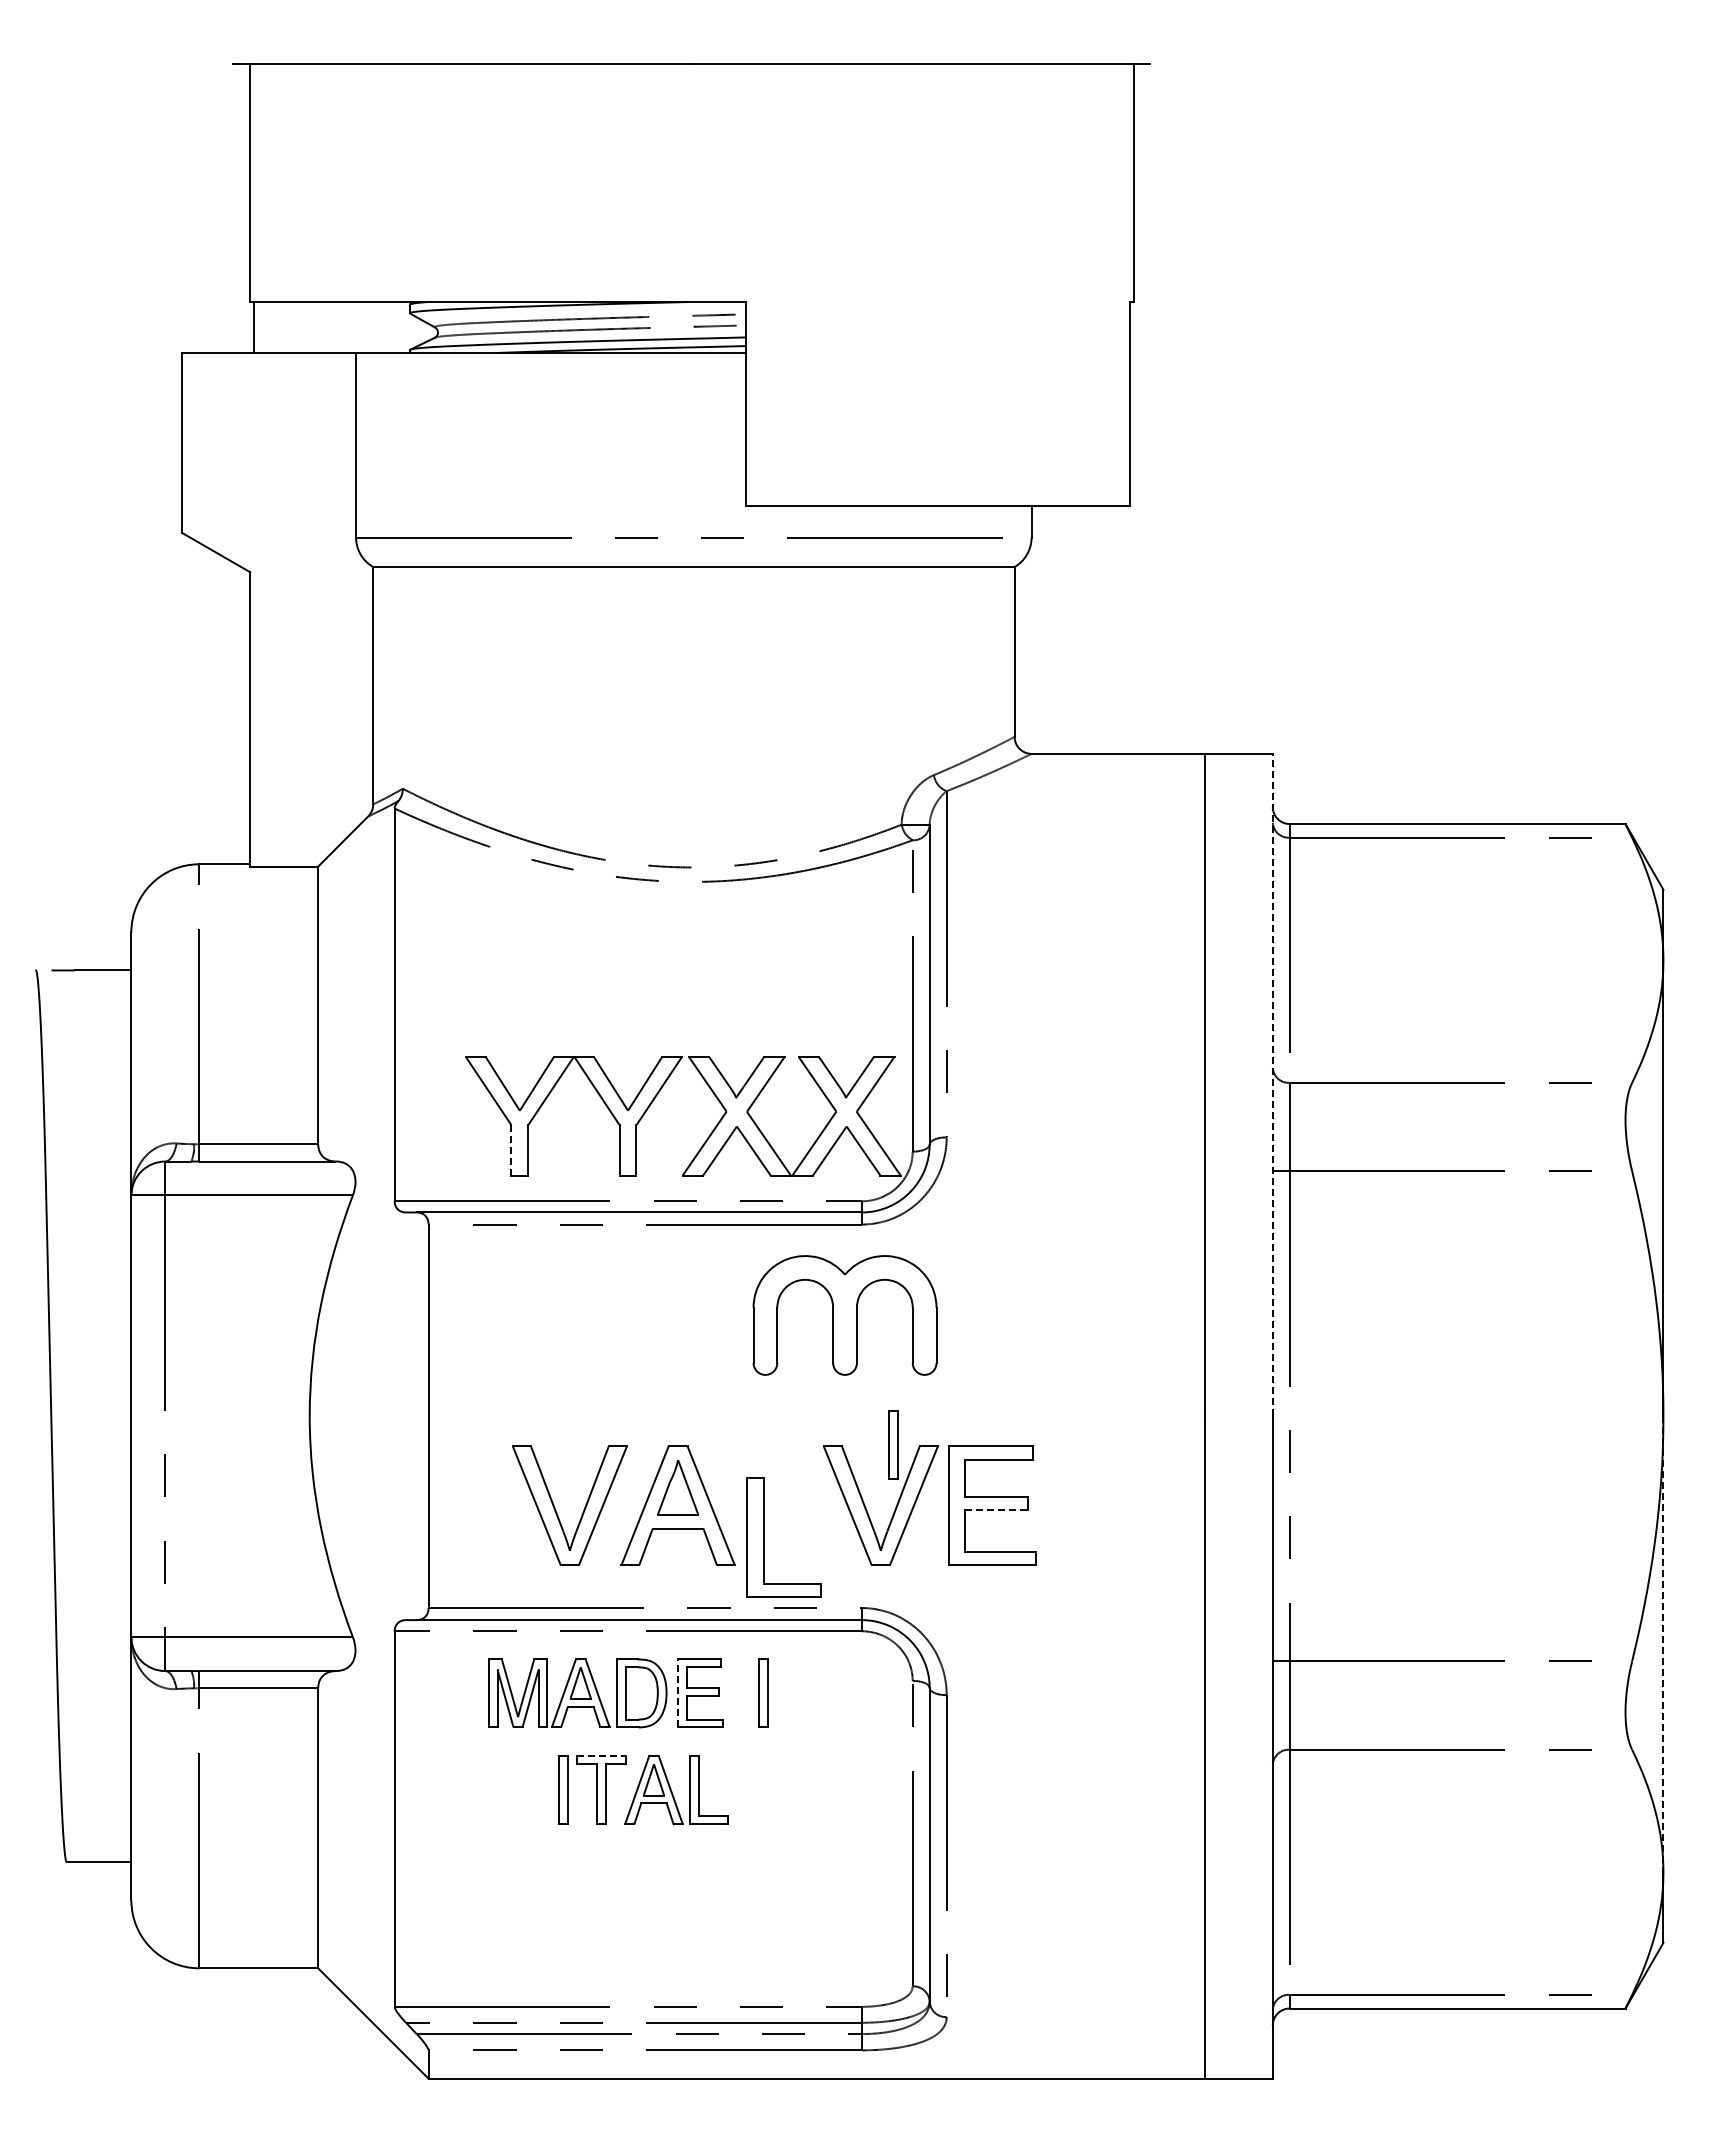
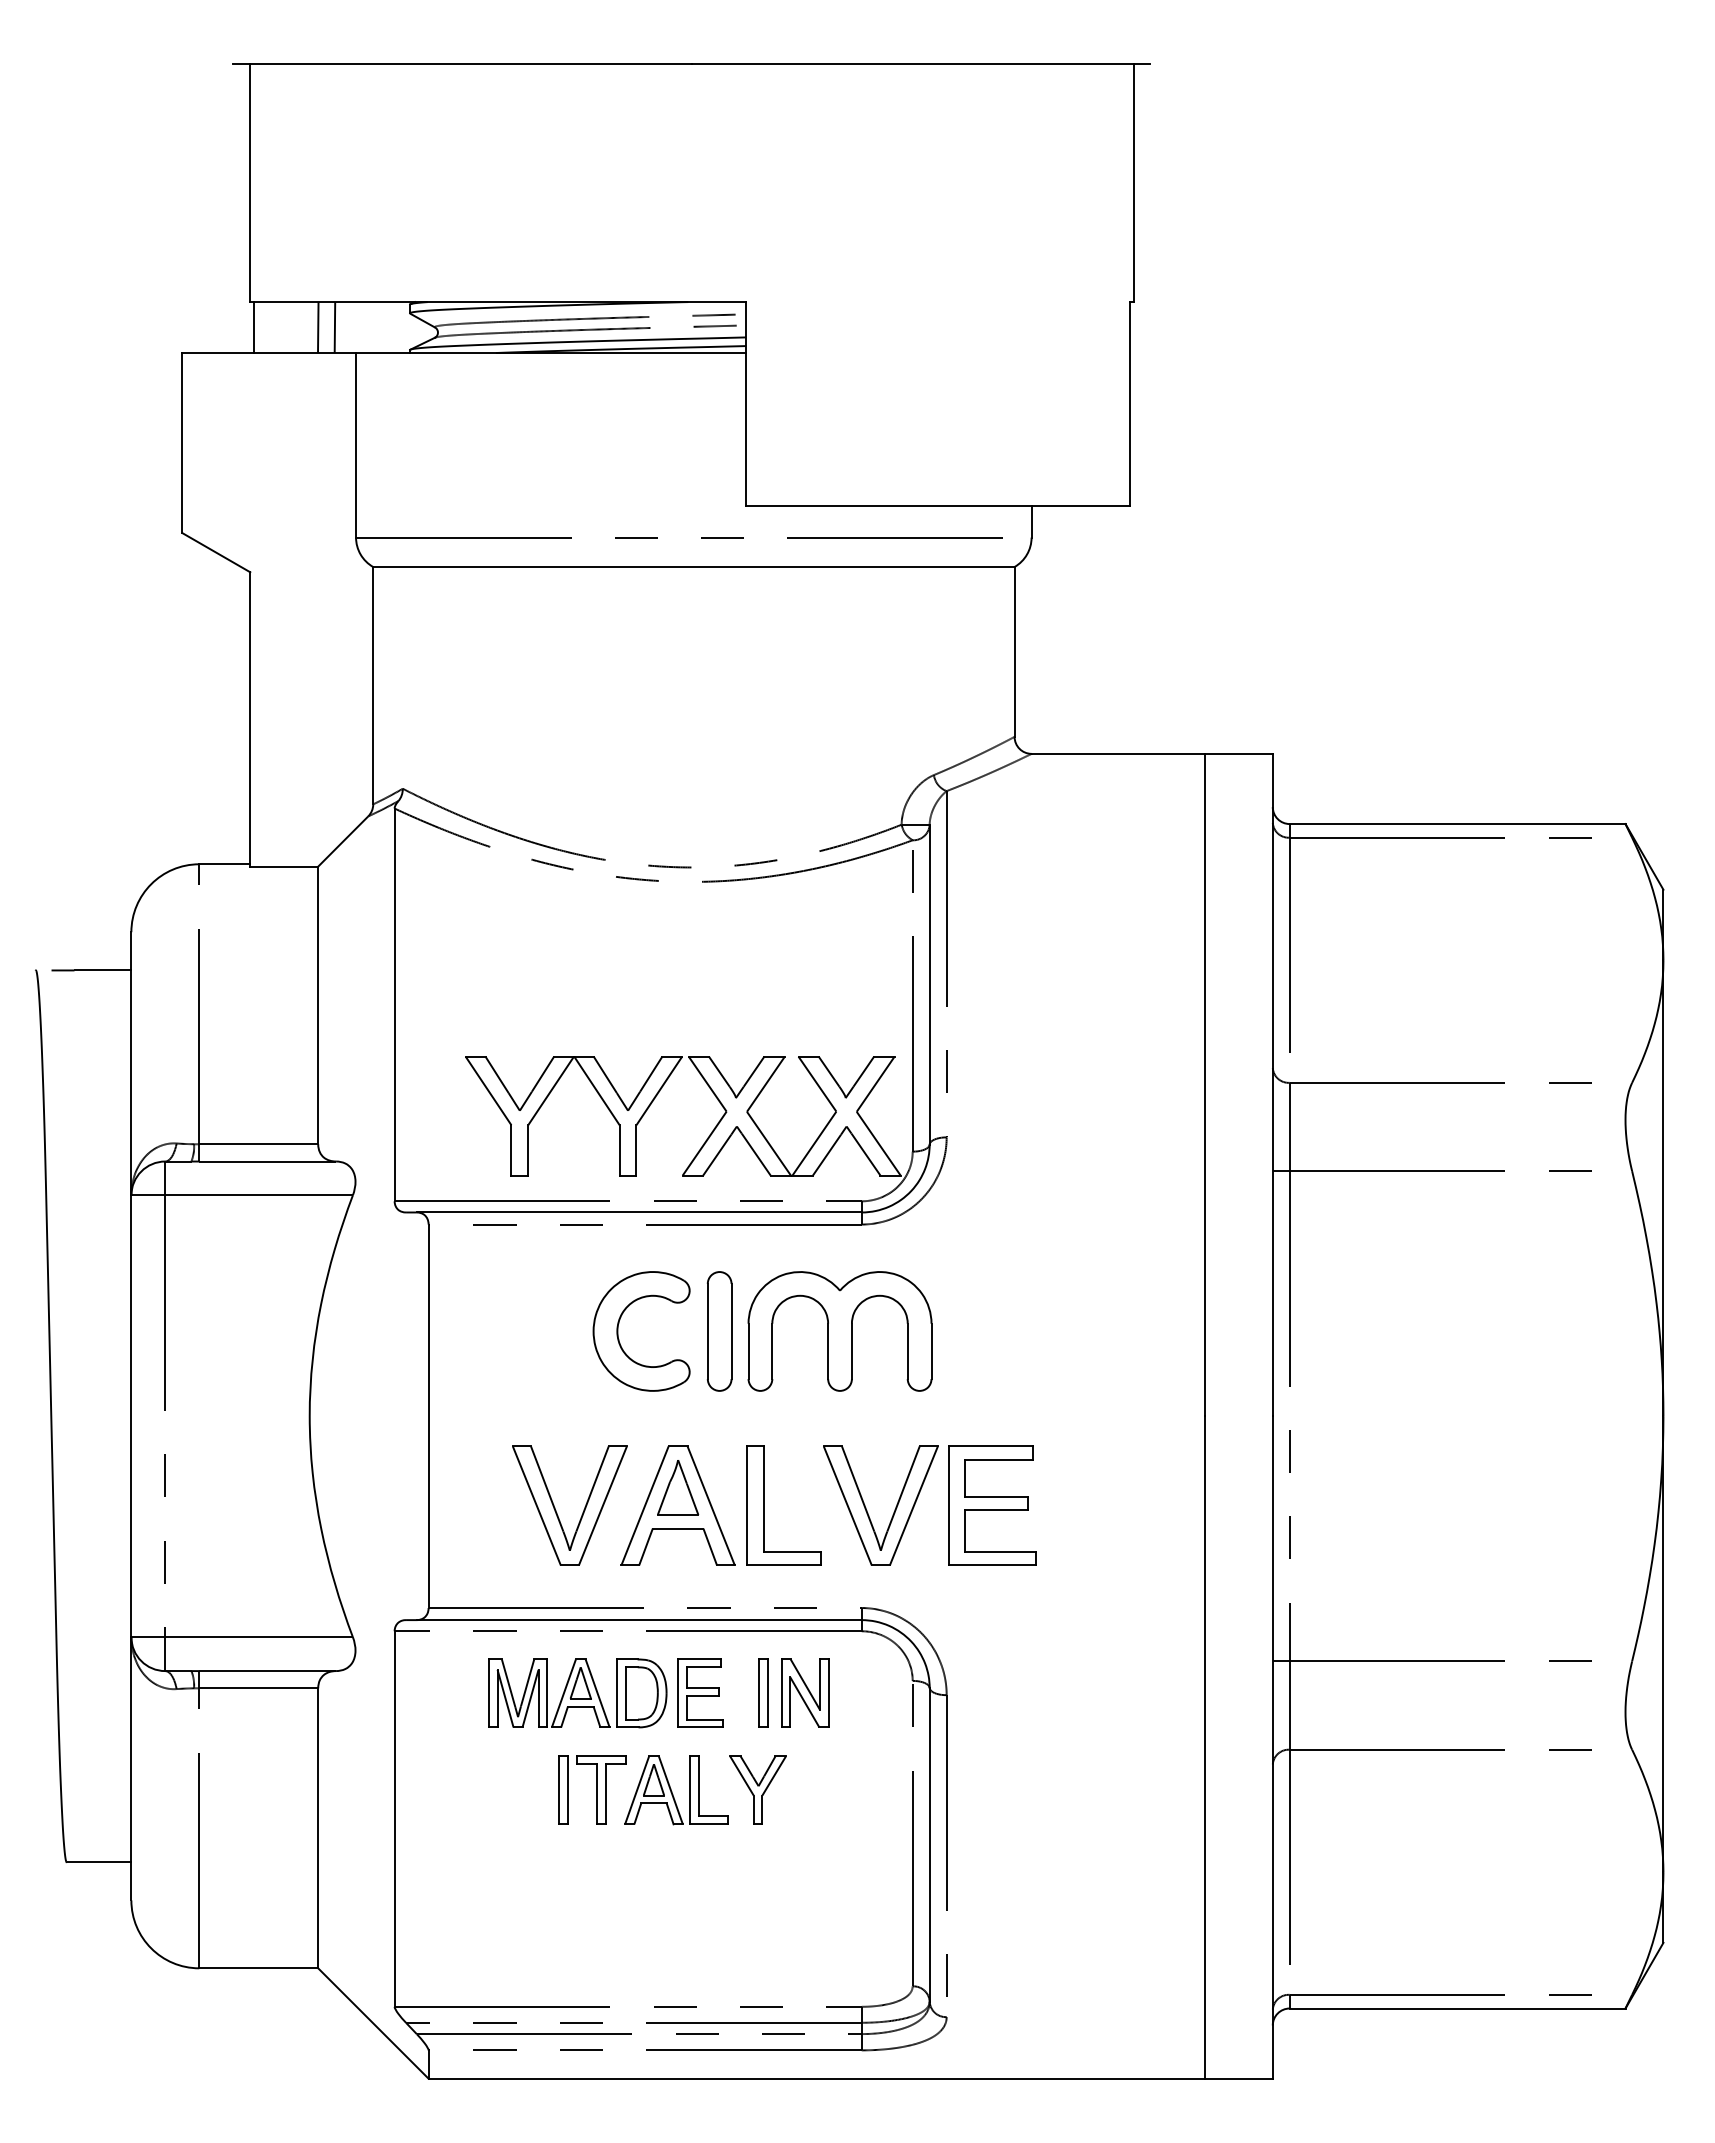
line at (318, 327): none -> present
line at (334, 327): none -> present
line at (1272, 1084): dashed -> solid
line at (511, 1149): dashed -> solid
part at (844, 1315) position: (844, 1315) -> (839, 1331)
part at (618, 1331): none -> present
part at (719, 1331): none -> present
part at (893, 1444): present -> none
line at (997, 1510): dashed -> solid
part at (764, 1537) position: (764, 1537) -> (764, 1505)
line at (1663, 1644): dashed -> solid
part at (805, 1692): none -> present
line at (677, 1693): dashed -> solid
line at (601, 1756): dashed -> solid
part at (757, 1789): none -> present
